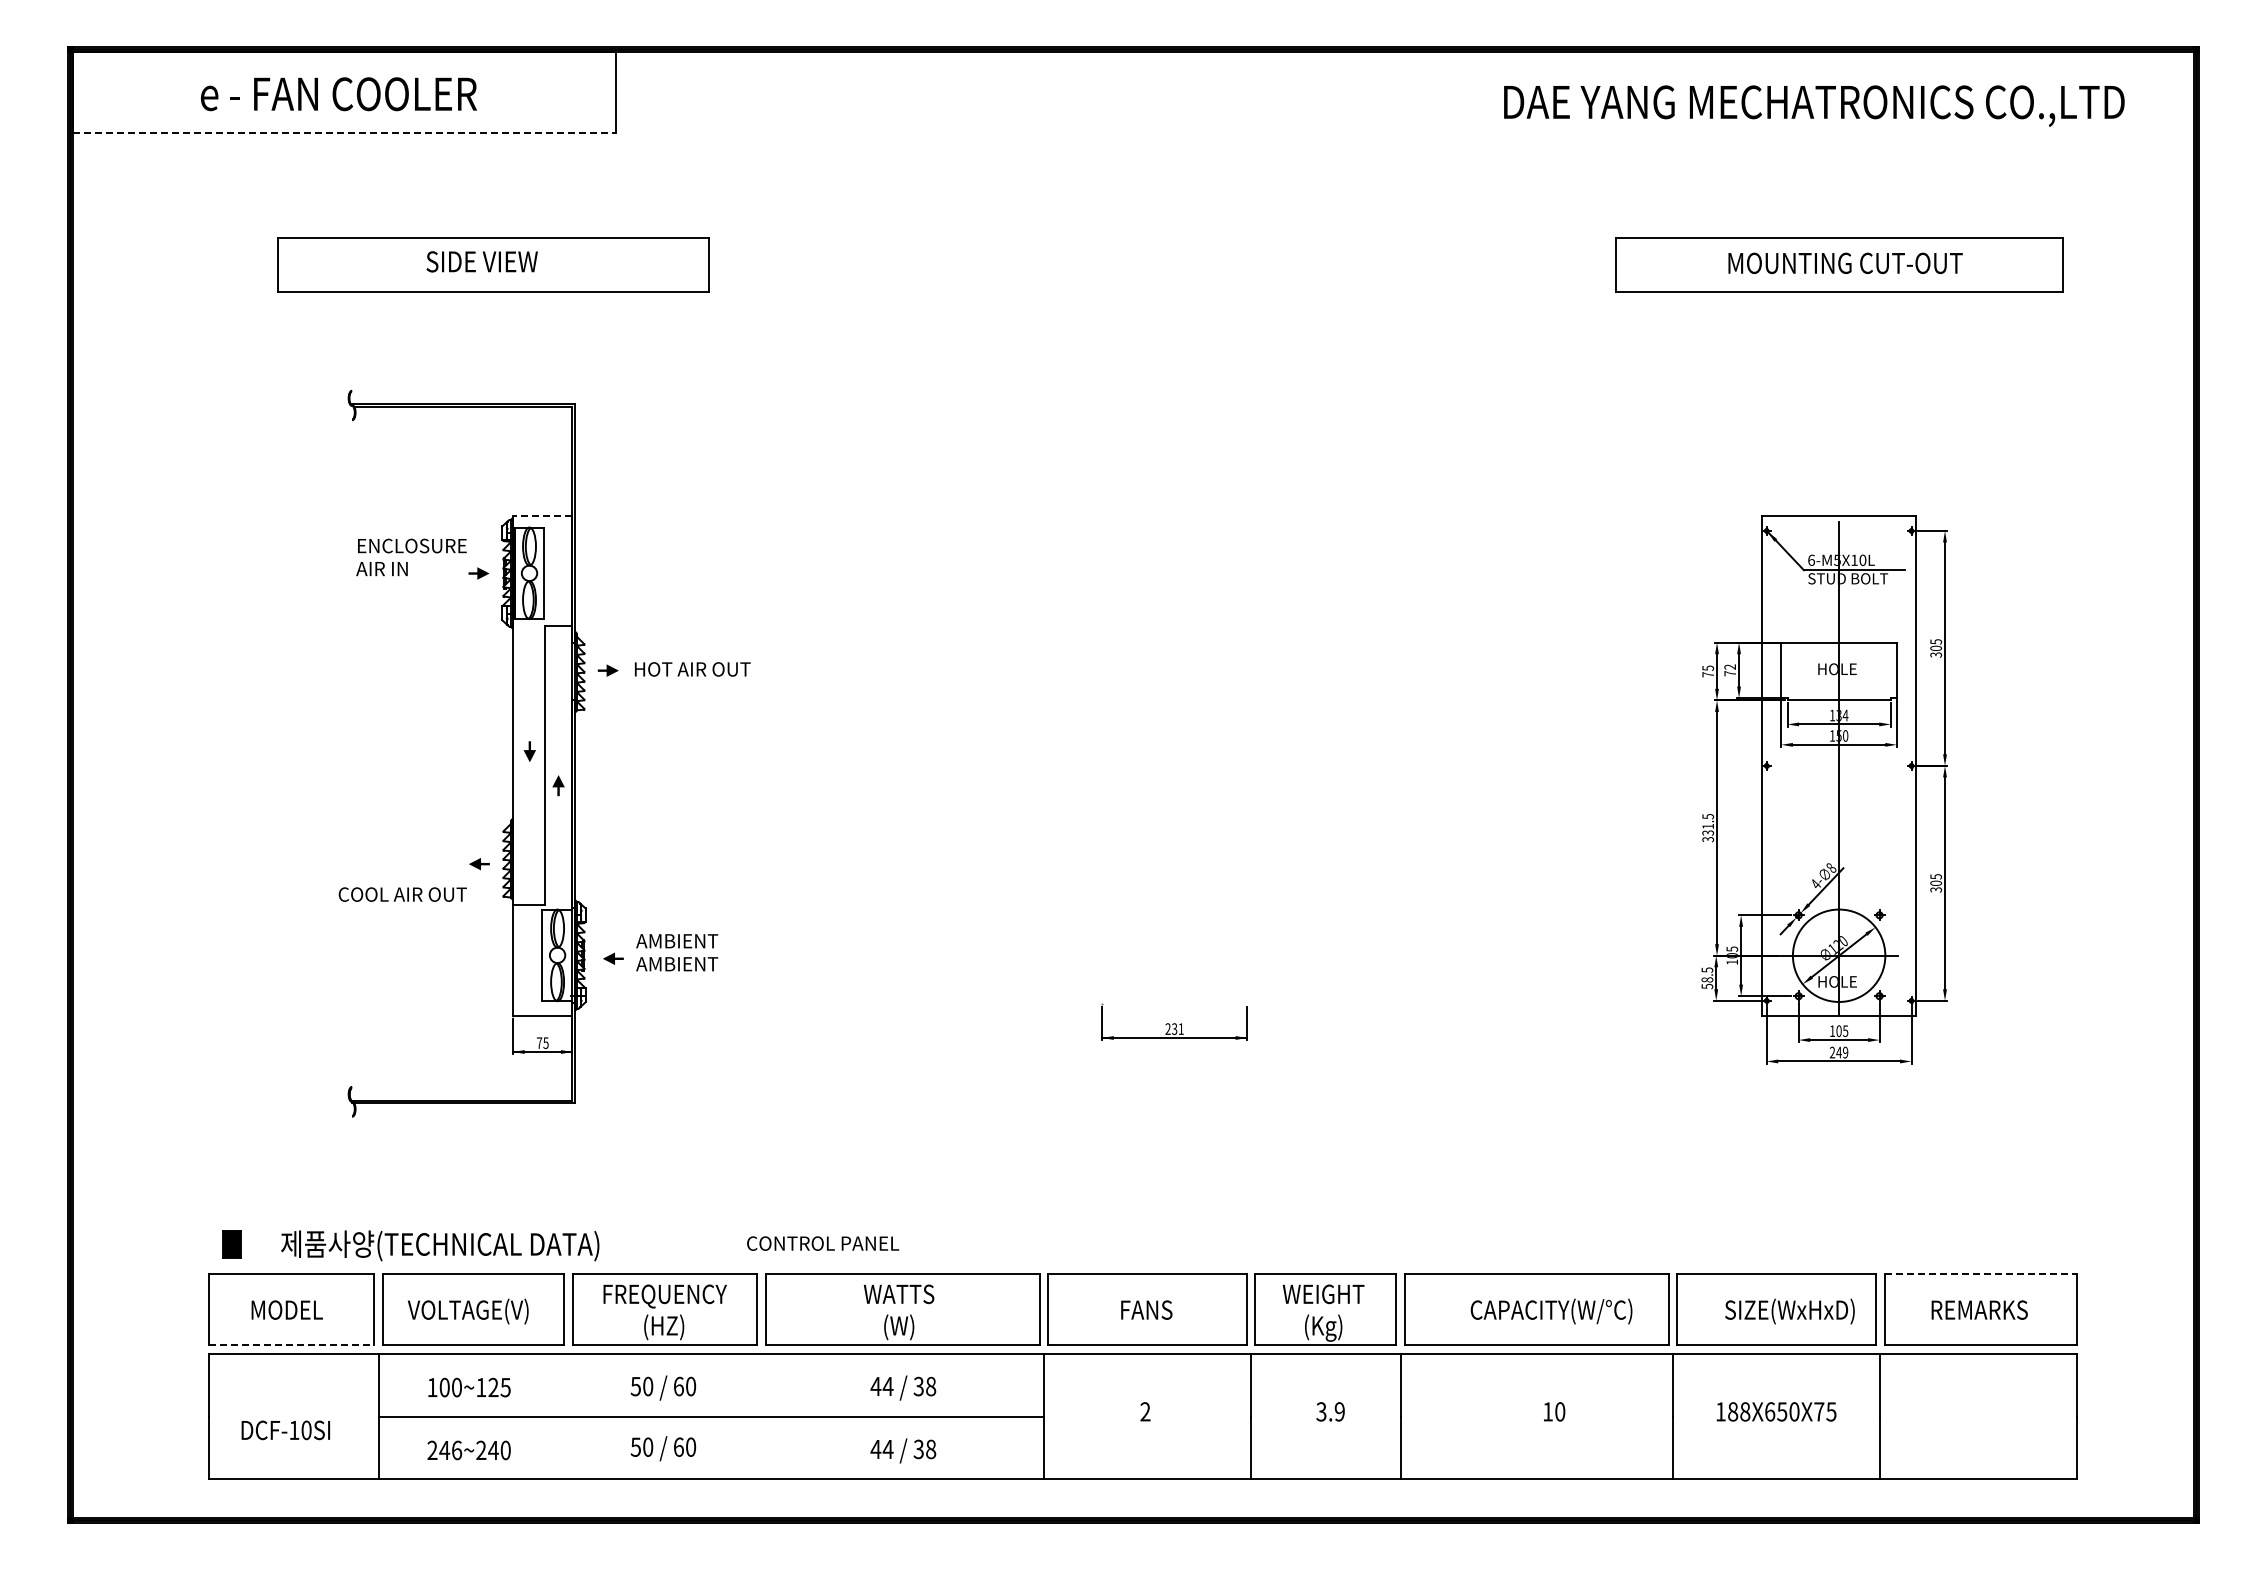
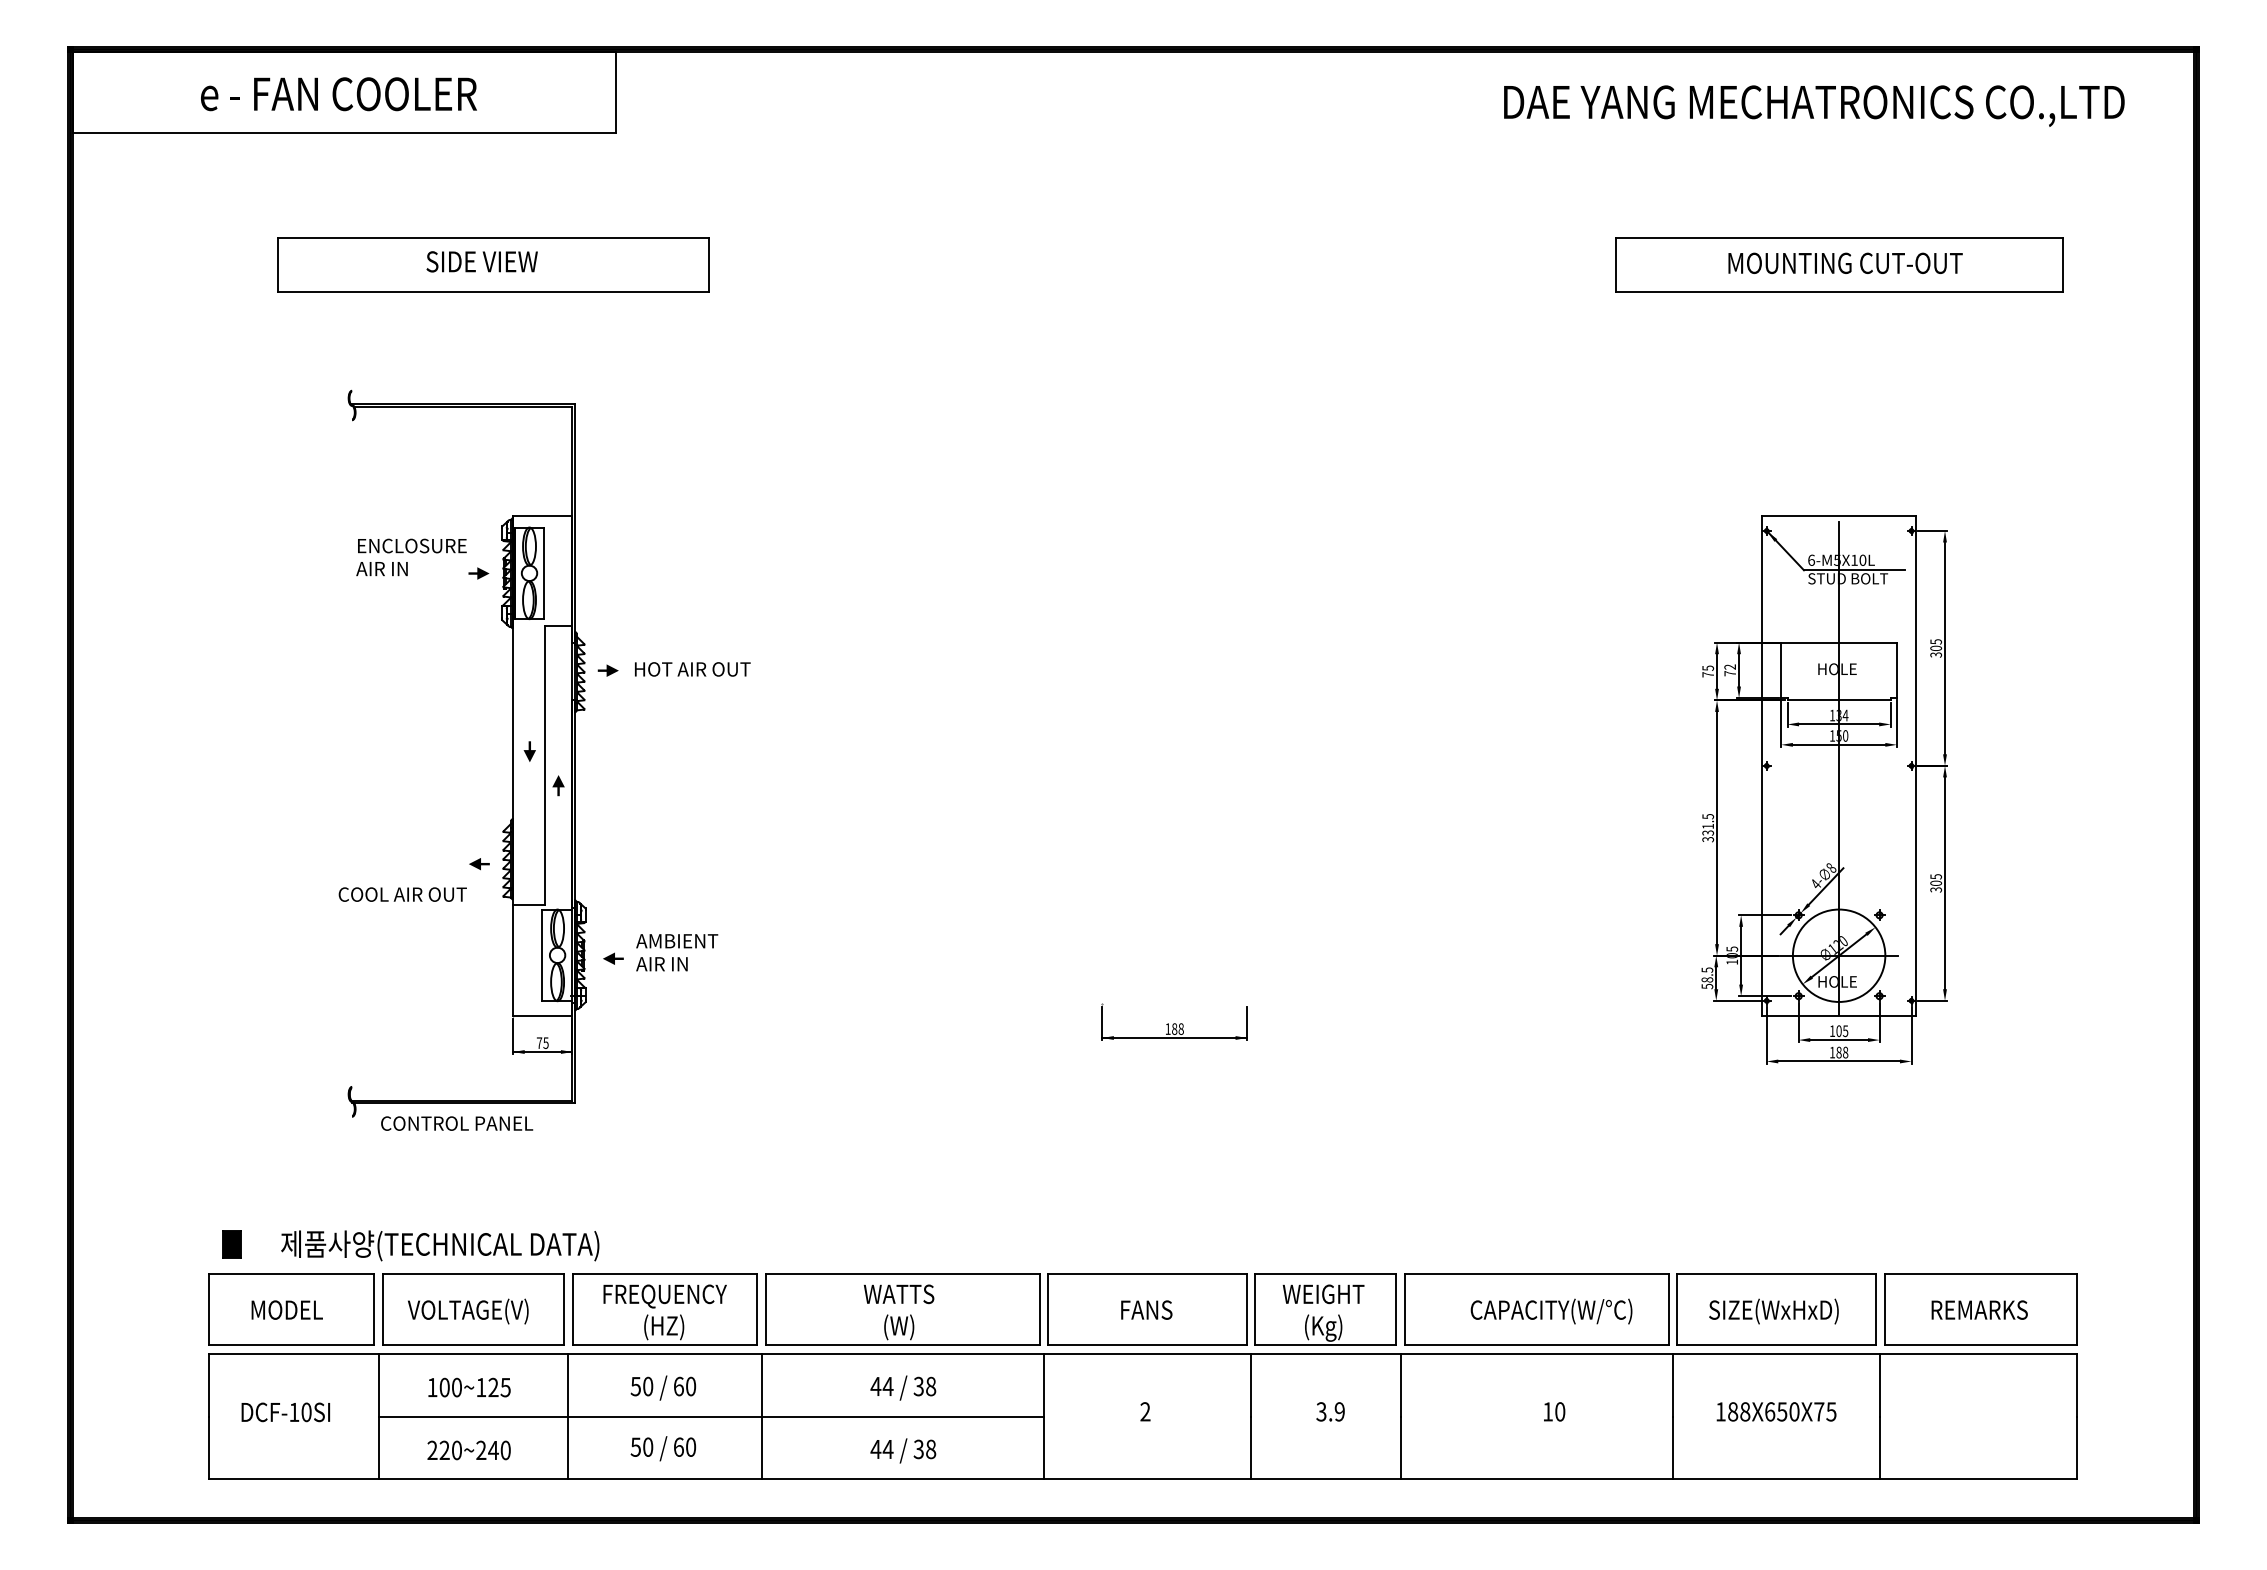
line at (344, 133): dashed -> solid
line at (542, 515): dashed -> solid
text at (684, 964): AMBIENT -> AIR IN
text at (1174, 1028): 231 -> 188
text at (1838, 1052): 249 -> 188
text at (823, 1243) position: (823, 1243) -> (457, 1123)
line at (1981, 1274): dashed -> solid
text at (1789, 1311) position: (1789, 1311) -> (1773, 1311)
line at (291, 1345): dashed -> solid
line at (568, 1416): none -> present
line at (761, 1416): none -> present
text at (285, 1430) position: (285, 1430) -> (285, 1412)
text at (450, 1449): 246~240 -> 220~240
